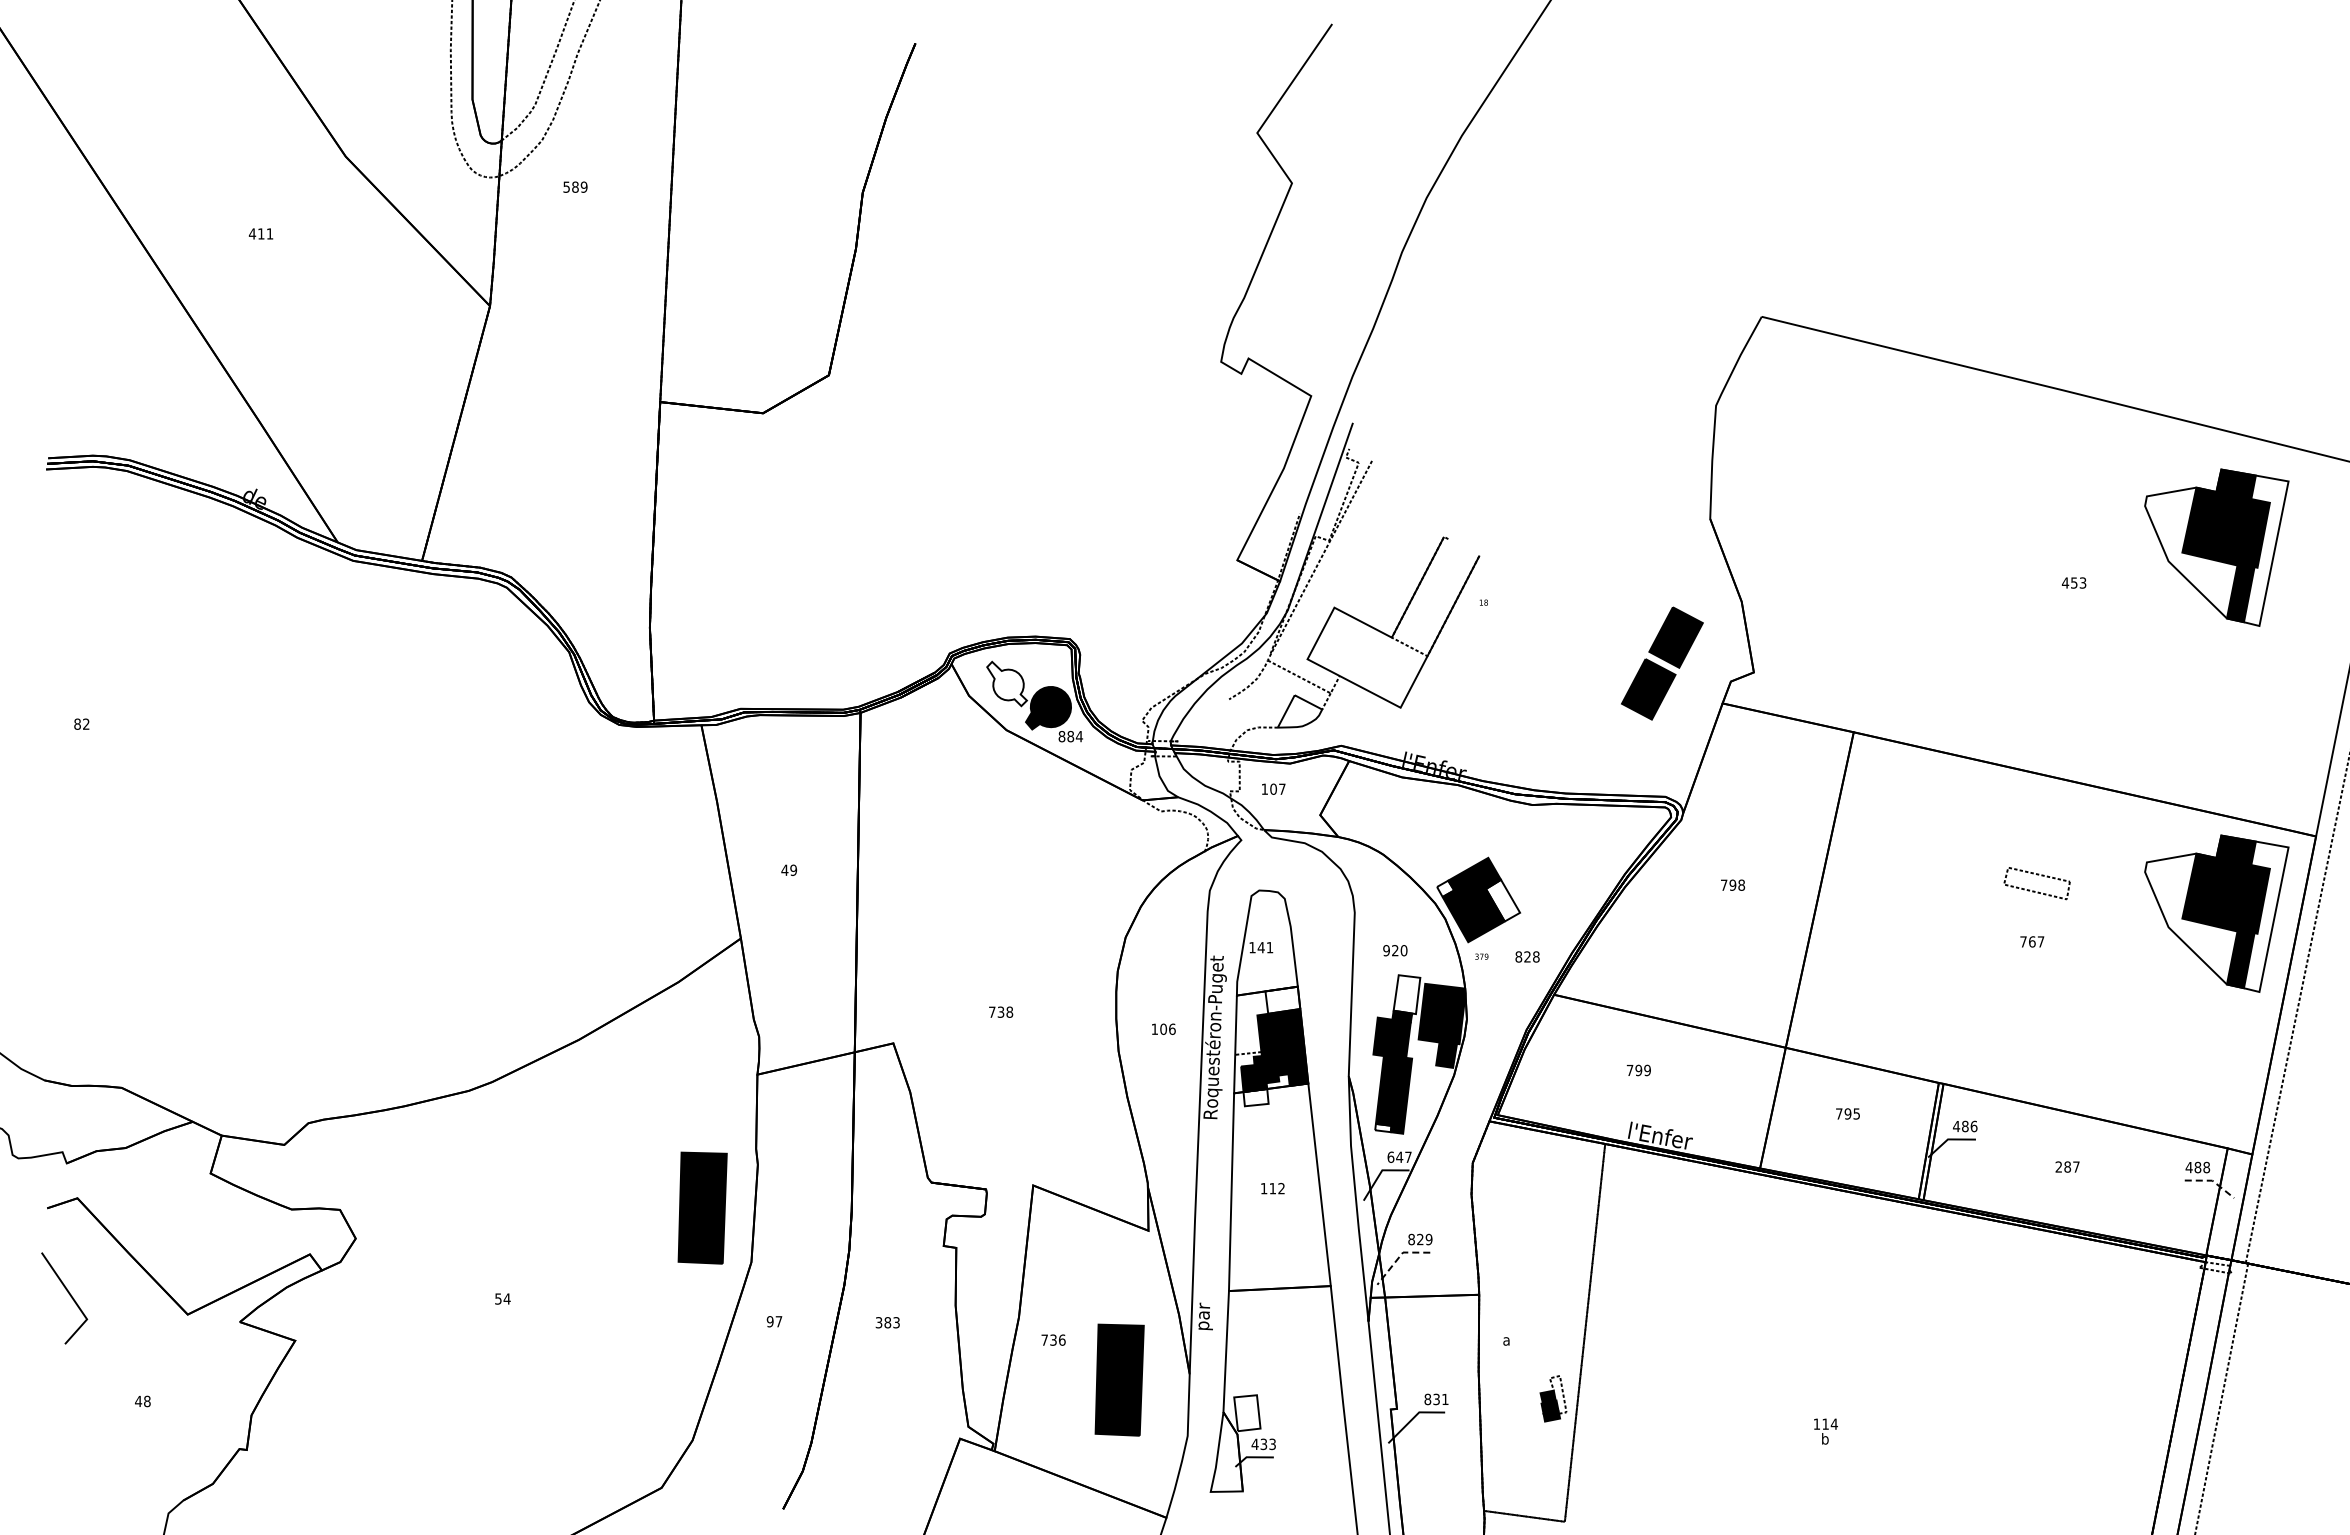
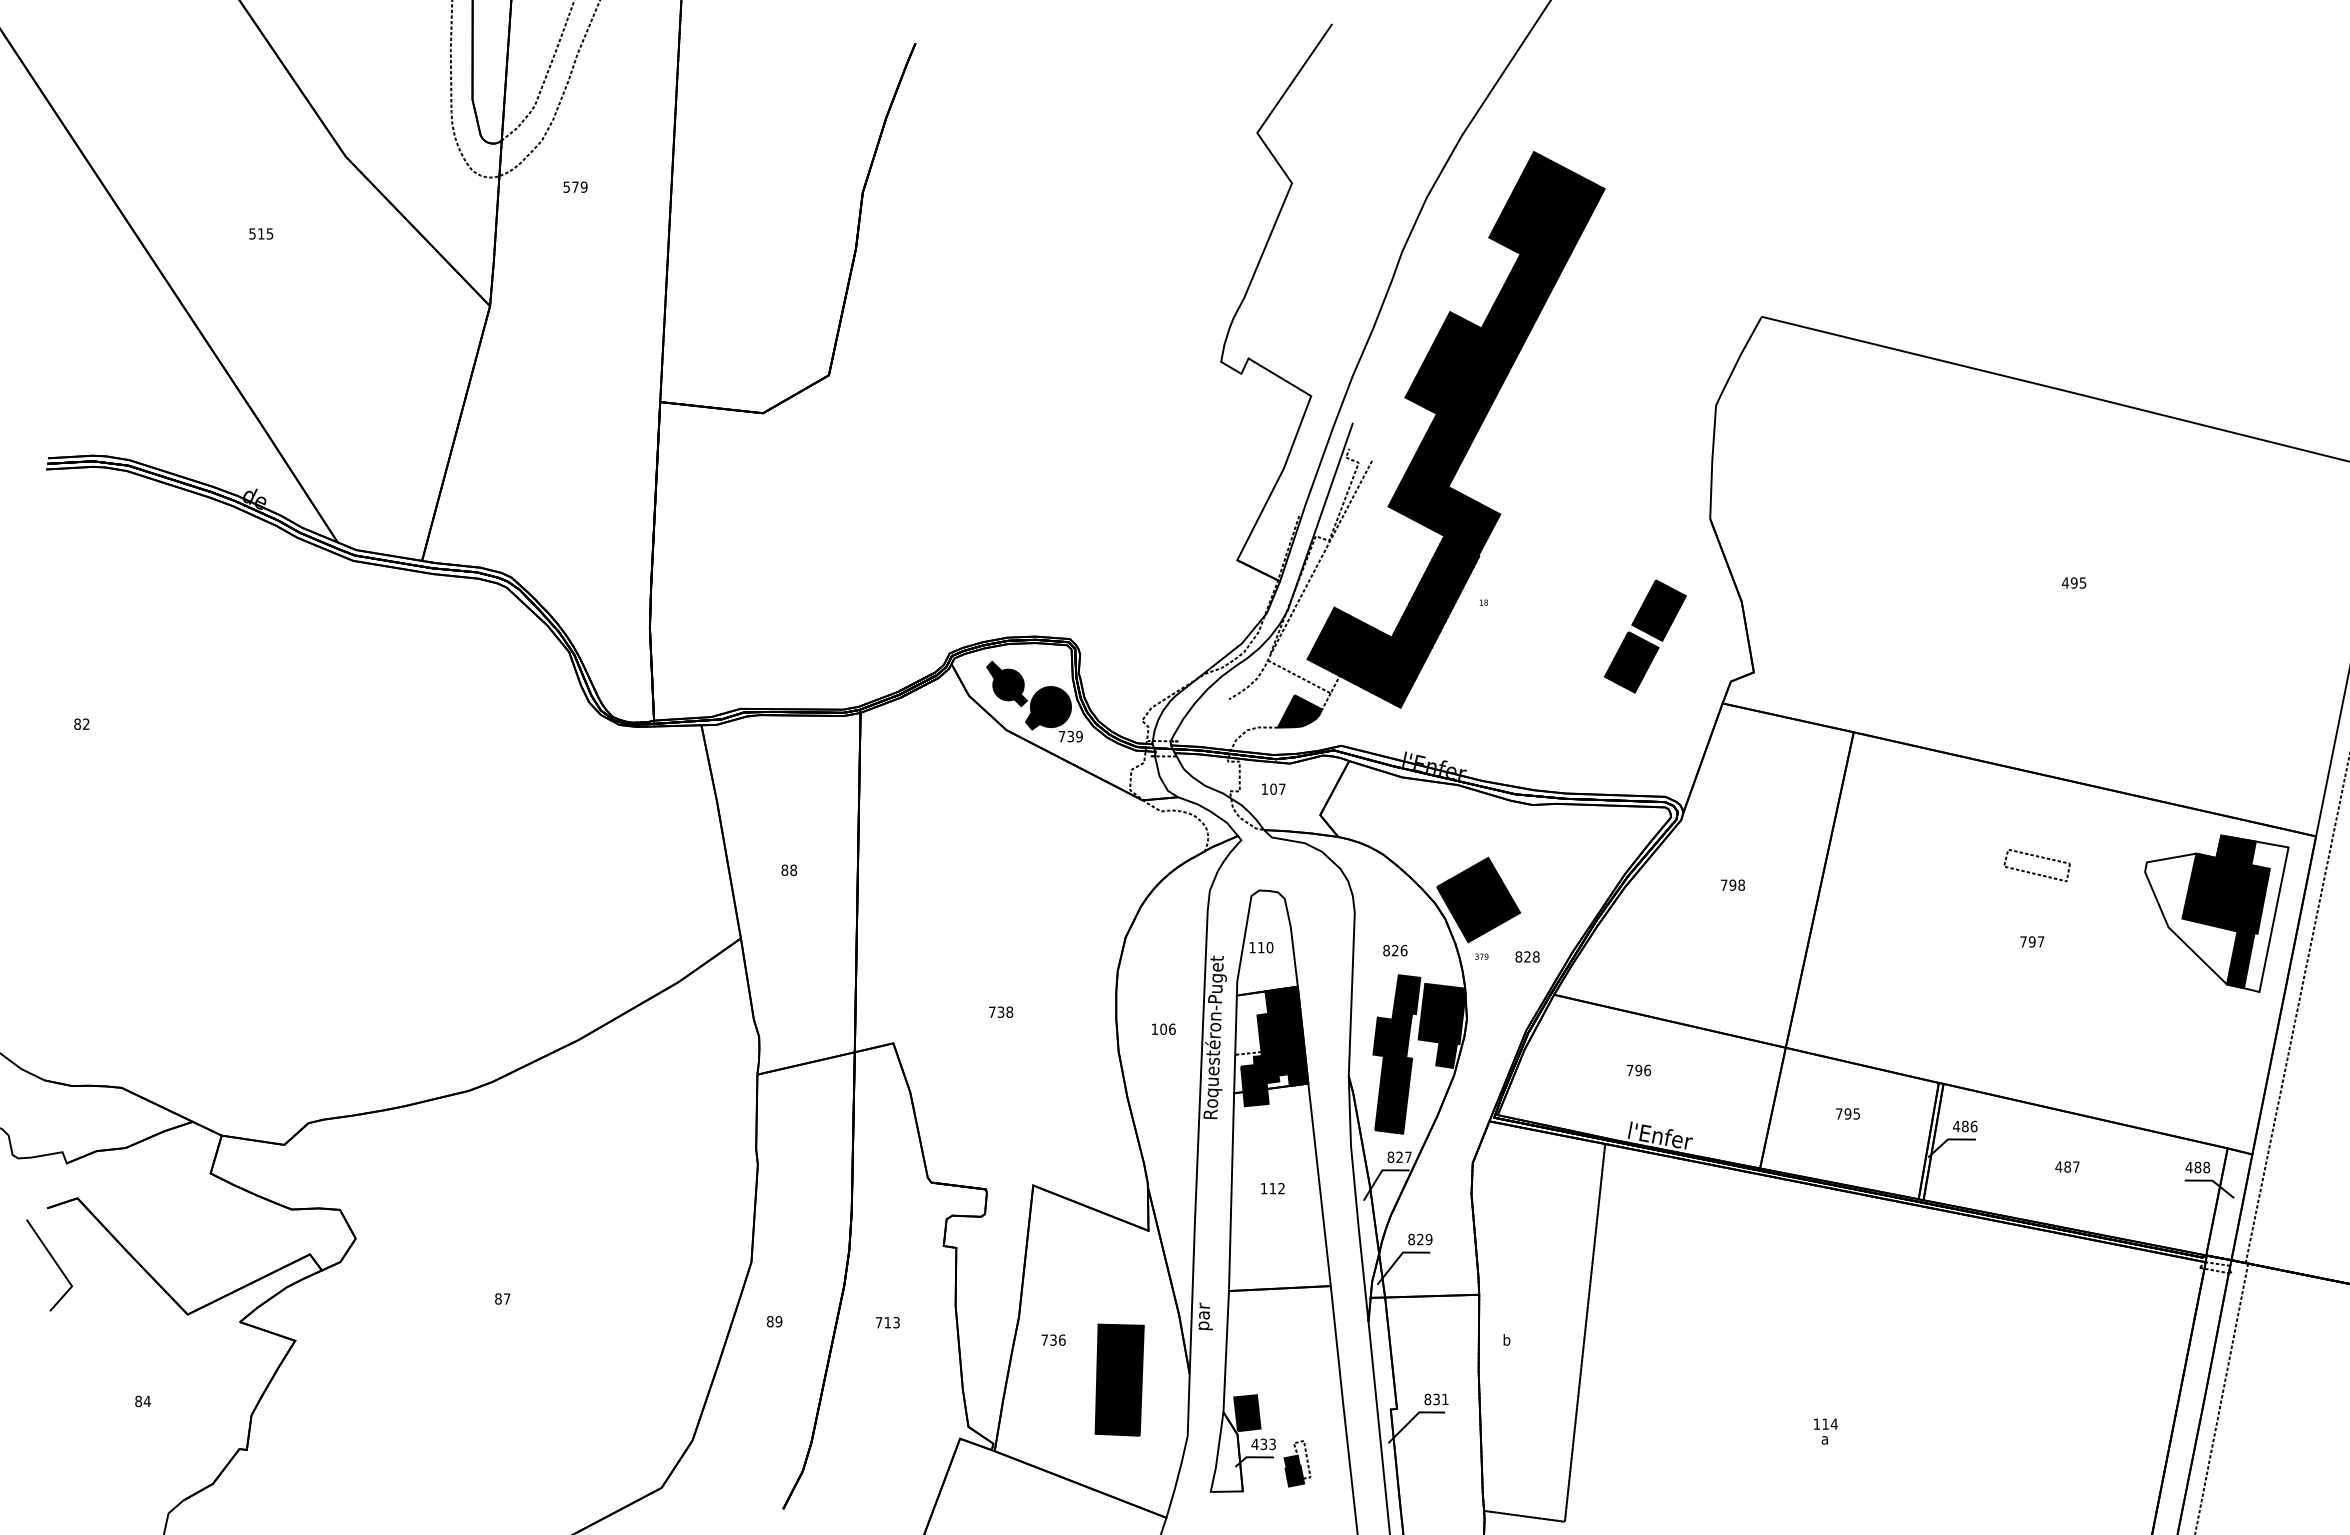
text at (575, 186): 589 -> 579
text at (260, 233): 411 -> 515
fill at (1456, 428): none -> present
part at (2216, 547): present -> none
text at (2078, 582): 453 -> 495
part at (1662, 663) position: (1662, 663) -> (1645, 636)
fill at (1006, 683): none -> present
fill at (1299, 711): none -> present
text at (1070, 736): 884 -> 739
text at (789, 869): 49 -> 88
fill at (1445, 888): none -> present
part at (2034, 890) position: (2034, 890) -> (2034, 872)
fill at (1503, 900): none -> present
text at (2031, 941): 767 -> 797
text at (1265, 947): 141 -> 110
text at (1395, 950): 920 -> 826
fill at (1406, 994): none -> present
fill at (1282, 999): none -> present
text at (1647, 1070): 799 -> 796
fill at (1255, 1097): none -> present
fill at (1383, 1127): none -> present
text at (1395, 1156): 647 -> 827
text at (2058, 1166): 287 -> 487
line at (2212, 1180): dashed -> solid
part at (702, 1207): present -> none
line at (1398, 1257): dashed -> solid
line at (69, 1295) position: (69, 1295) -> (54, 1262)
text at (502, 1298): 54 -> 87
text at (774, 1321): 97 -> 89
text at (883, 1322): 383 -> 713
text at (1506, 1339): a -> b
part at (1553, 1398) position: (1553, 1398) -> (1297, 1463)
text at (142, 1401): 48 -> 84
fill at (1247, 1413): none -> present
text at (1824, 1438): b -> a
